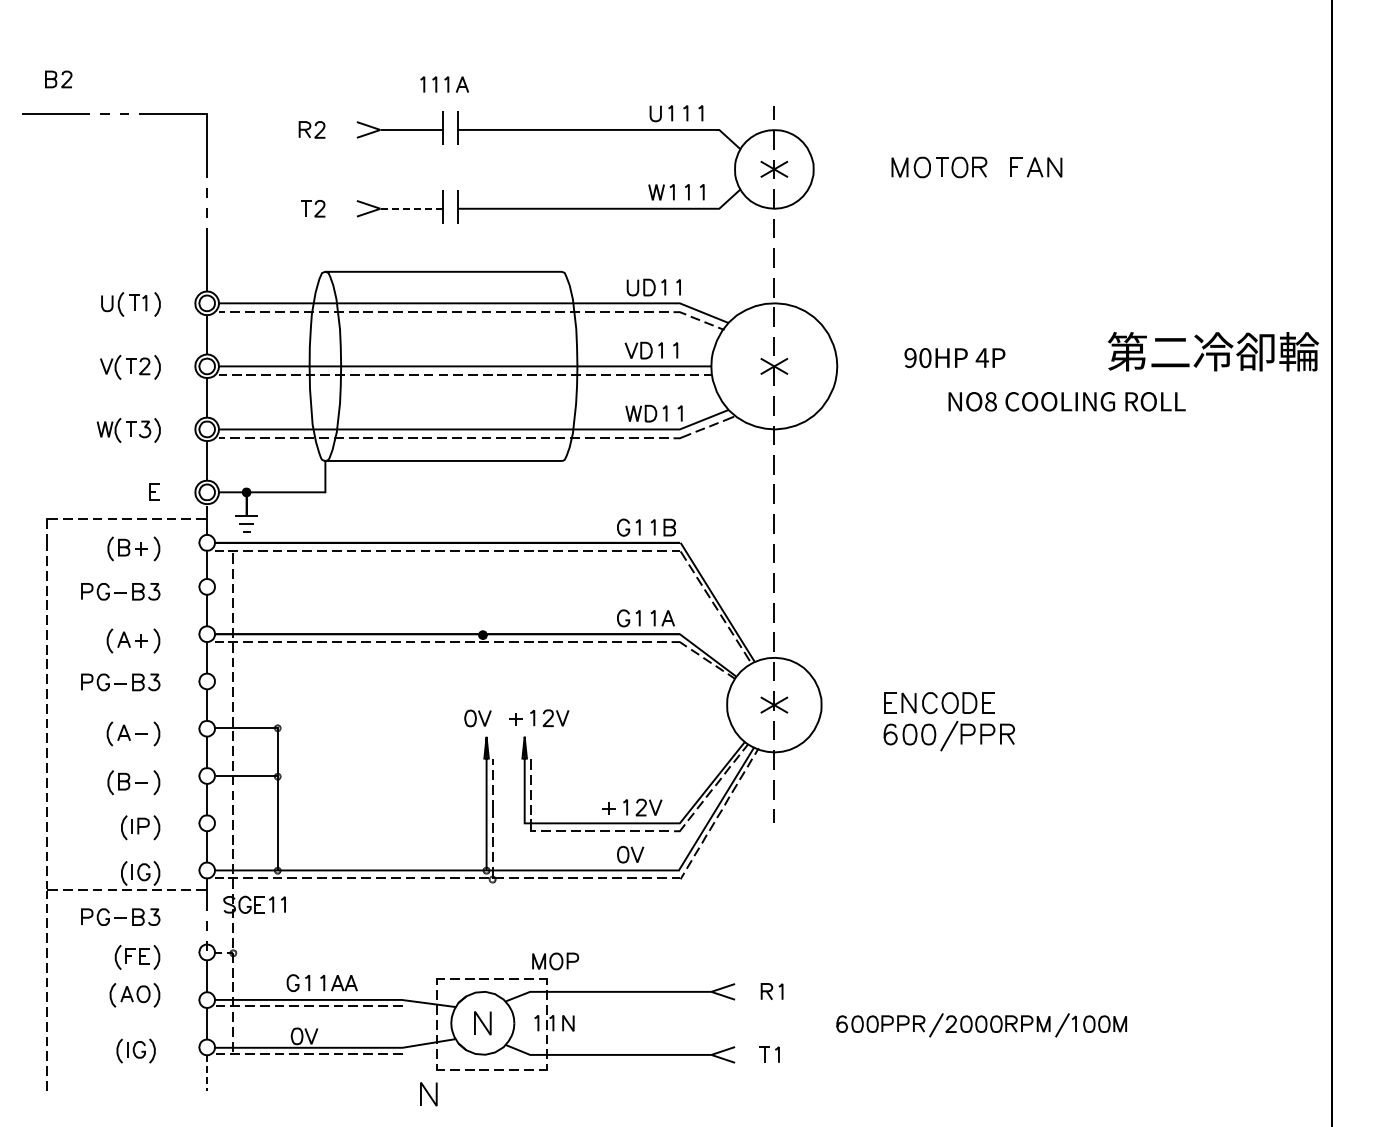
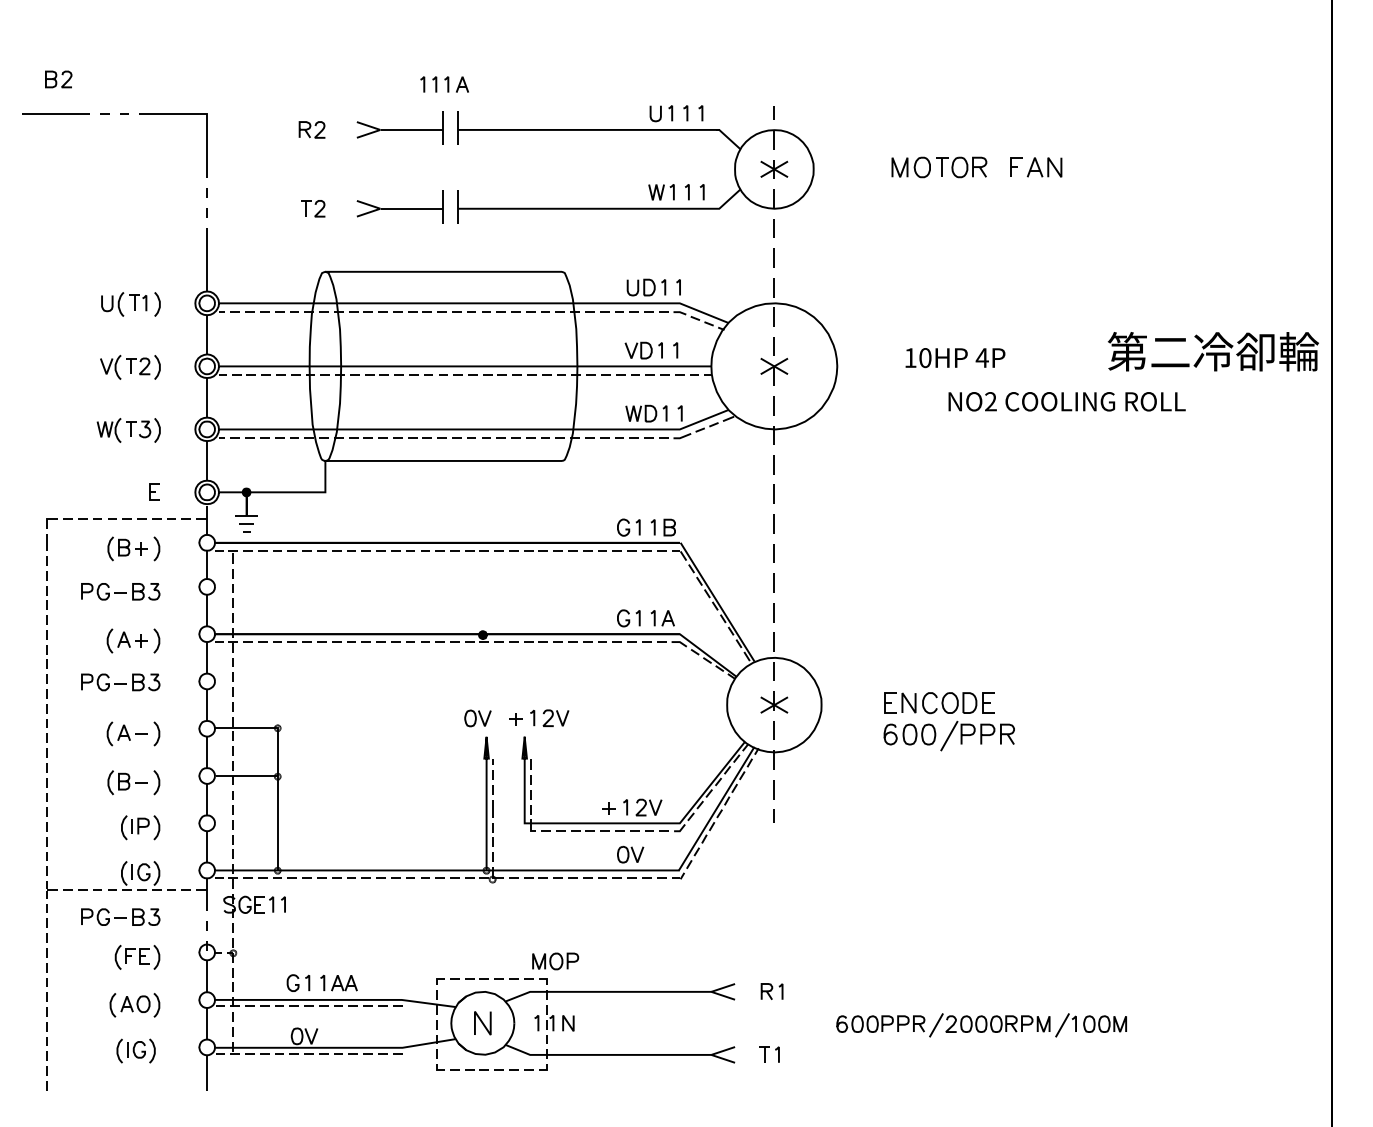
line at (412, 208): dashed -> solid
text at (910, 358): 90HP -> 10HP
text at (990, 401): NO8 -> NO2
part at (134, 995) position: (134, 995) -> (134, 1005)
line at (207, 1073): dashed -> solid
line at (428, 1094): present -> none
